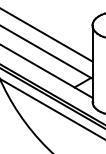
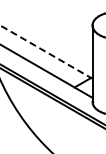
line at (47, 35): present -> none
line at (46, 52): solid -> dashed
line at (52, 109): present -> none
